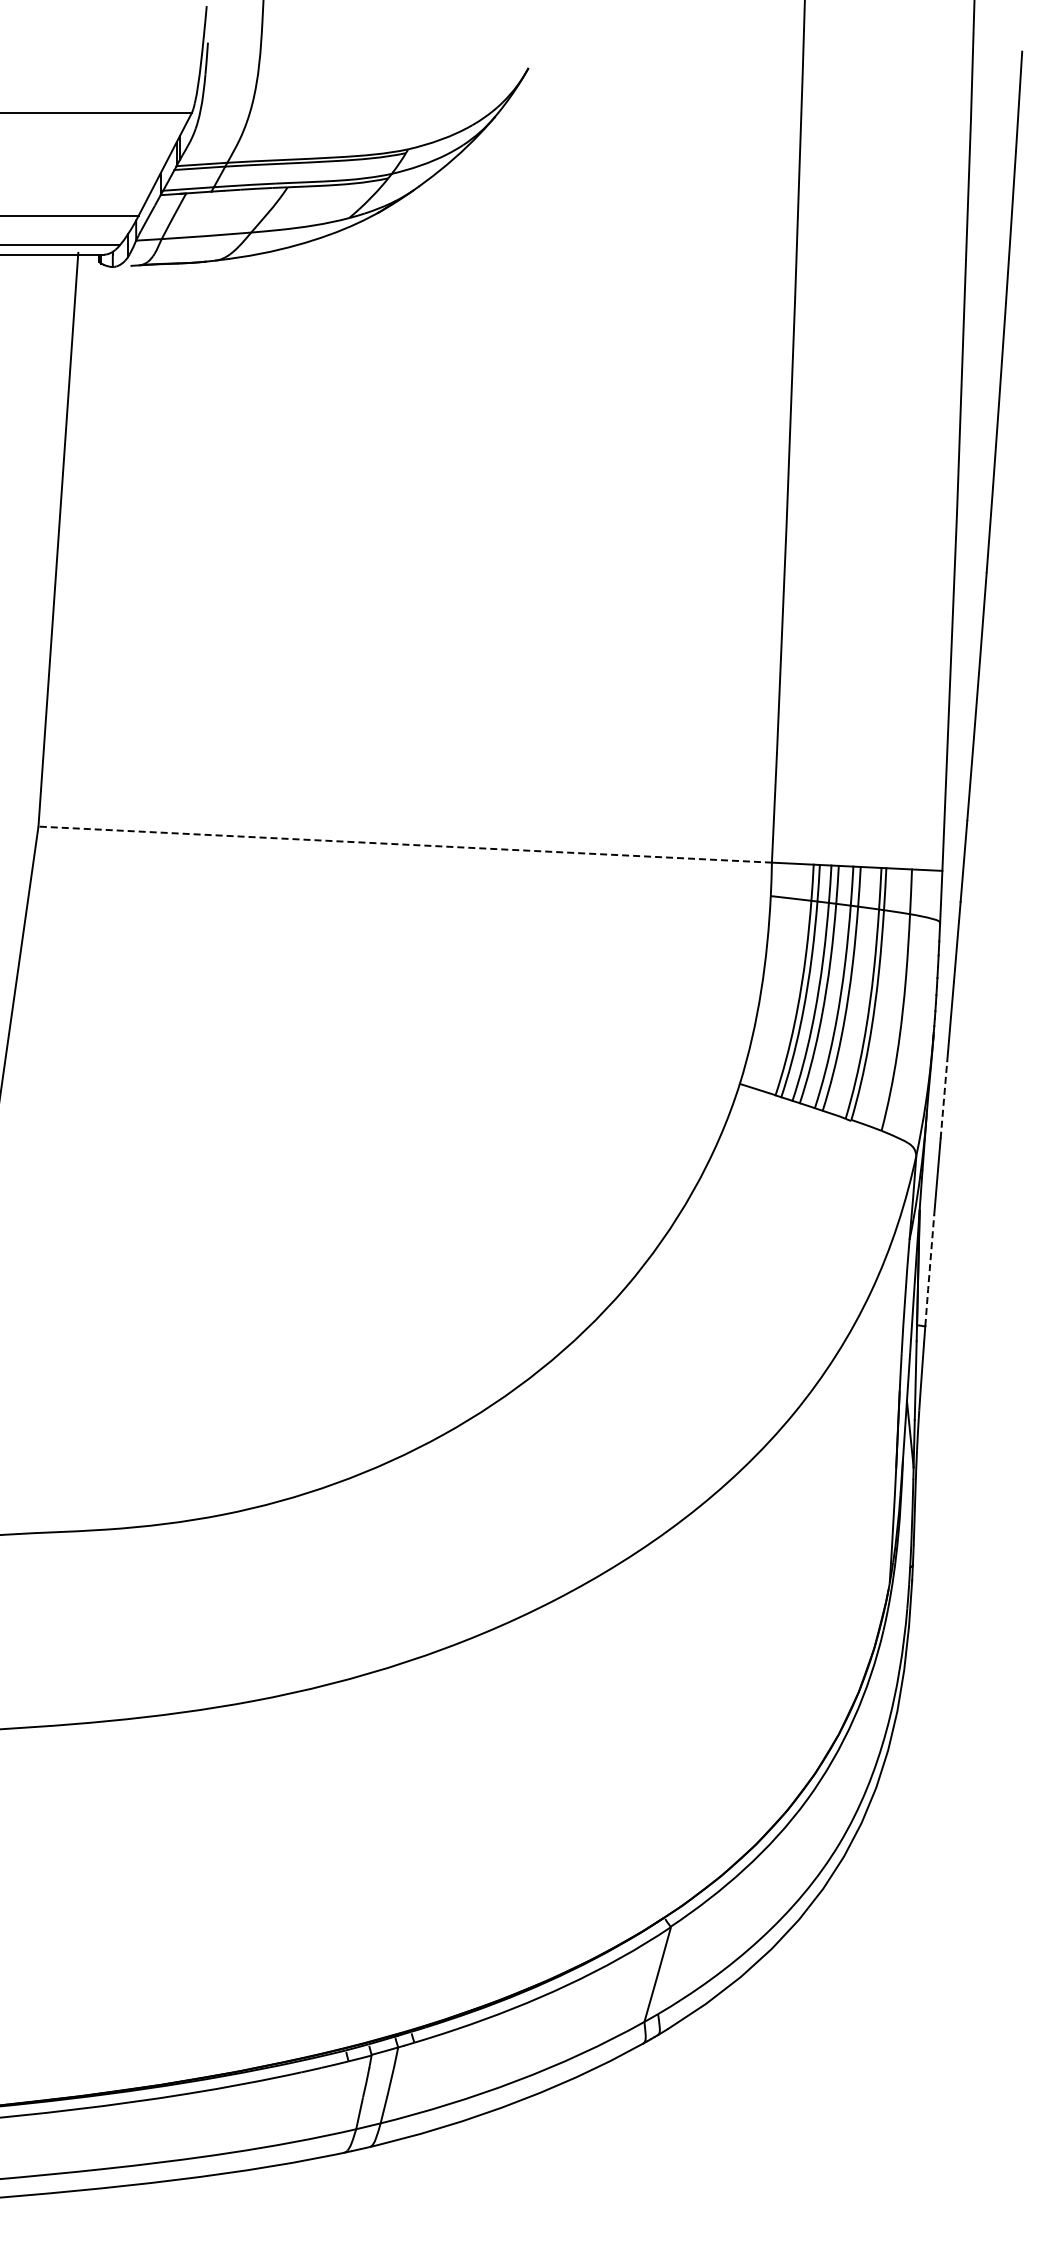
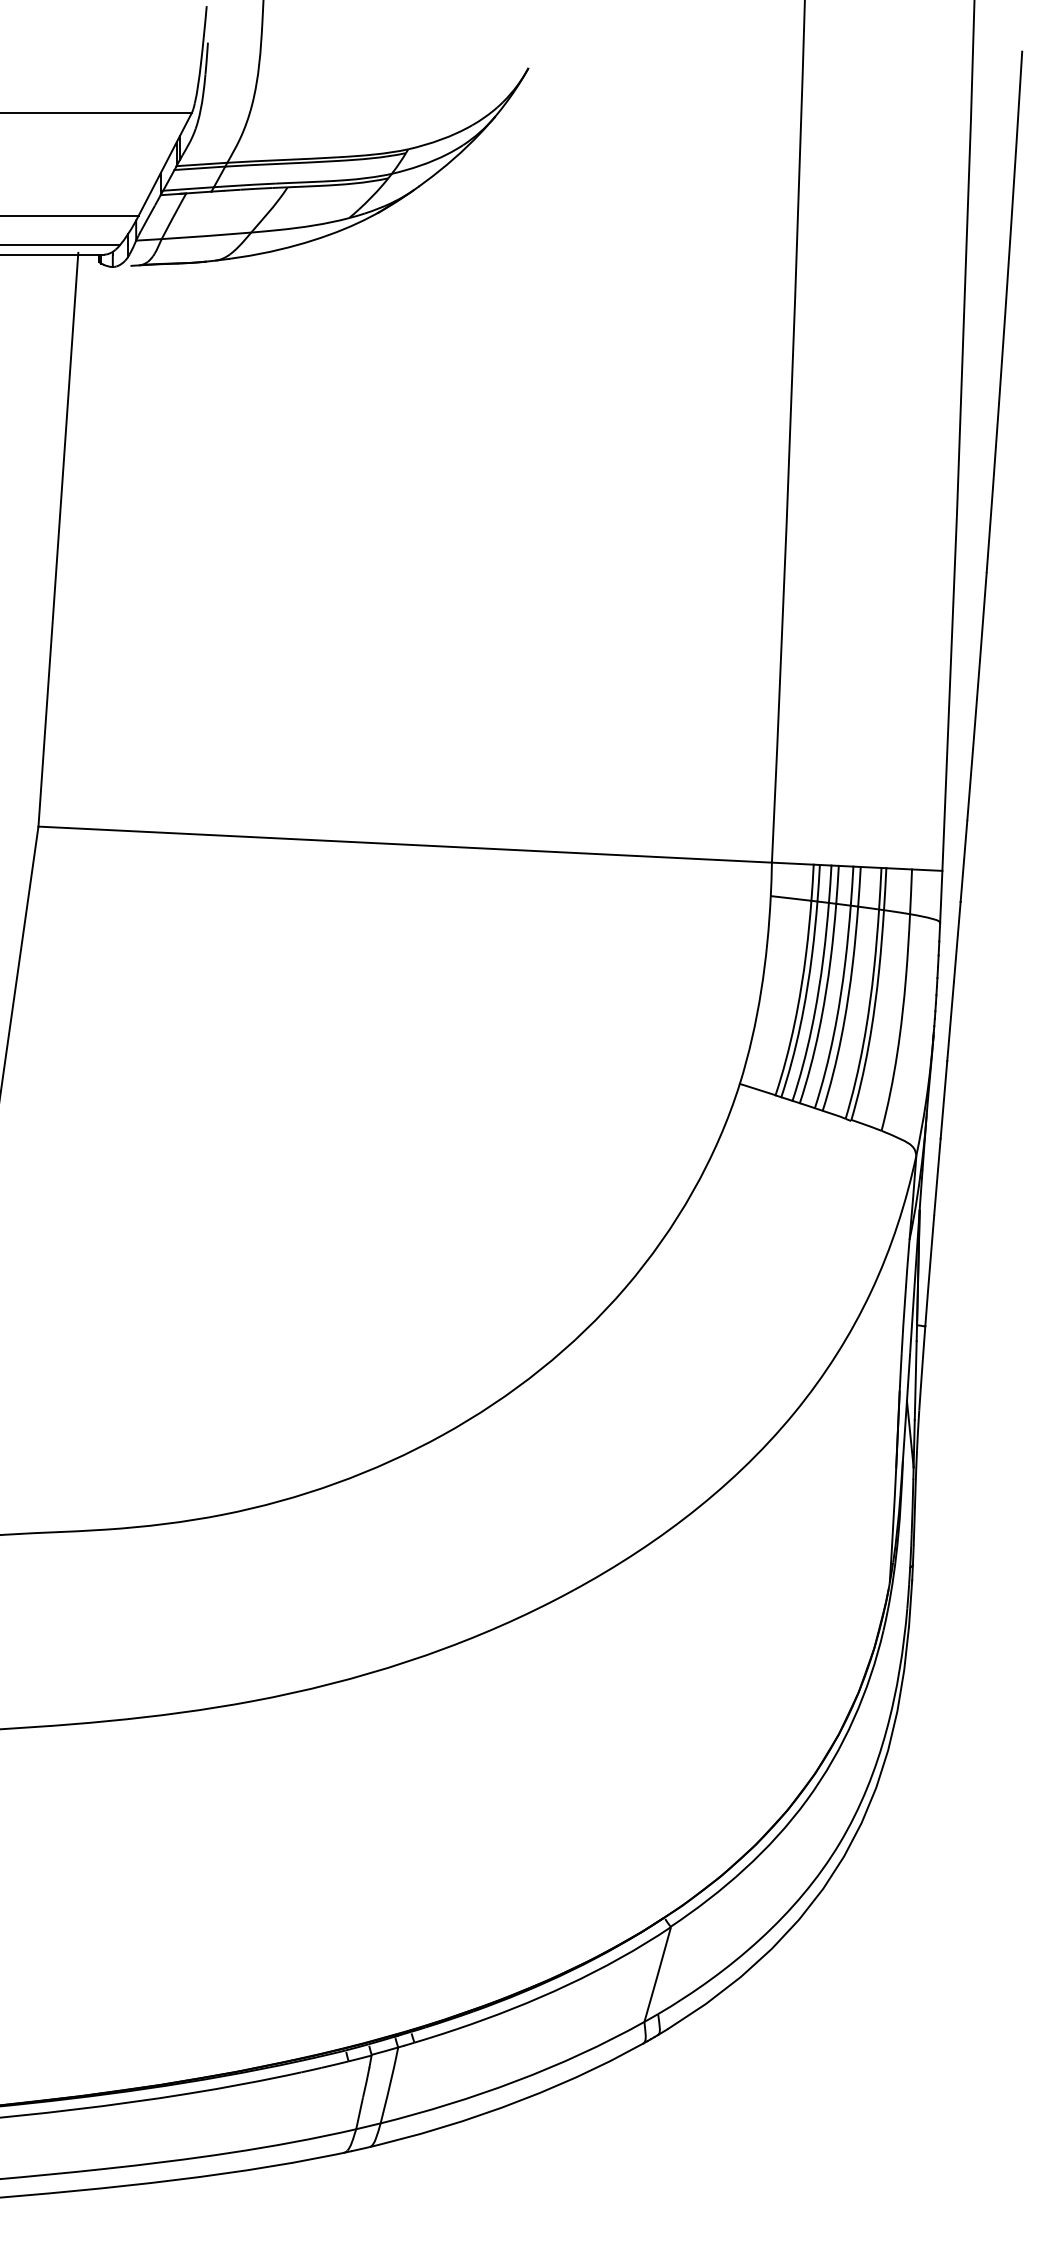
line at (404, 844): dashed -> solid
line at (943, 1099): dashed -> solid
line at (929, 1271): dashed -> solid
